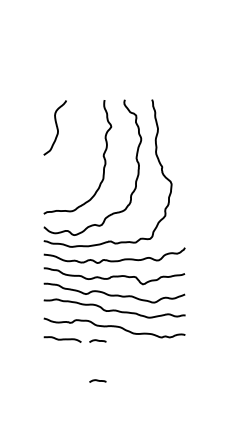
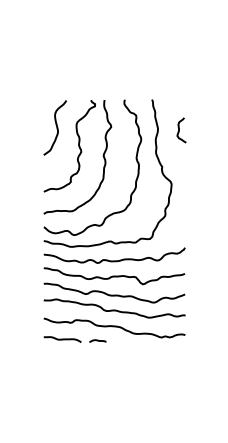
curve at (179, 130): none -> present
curve at (78, 146): none -> present
line at (97, 380): present -> none
